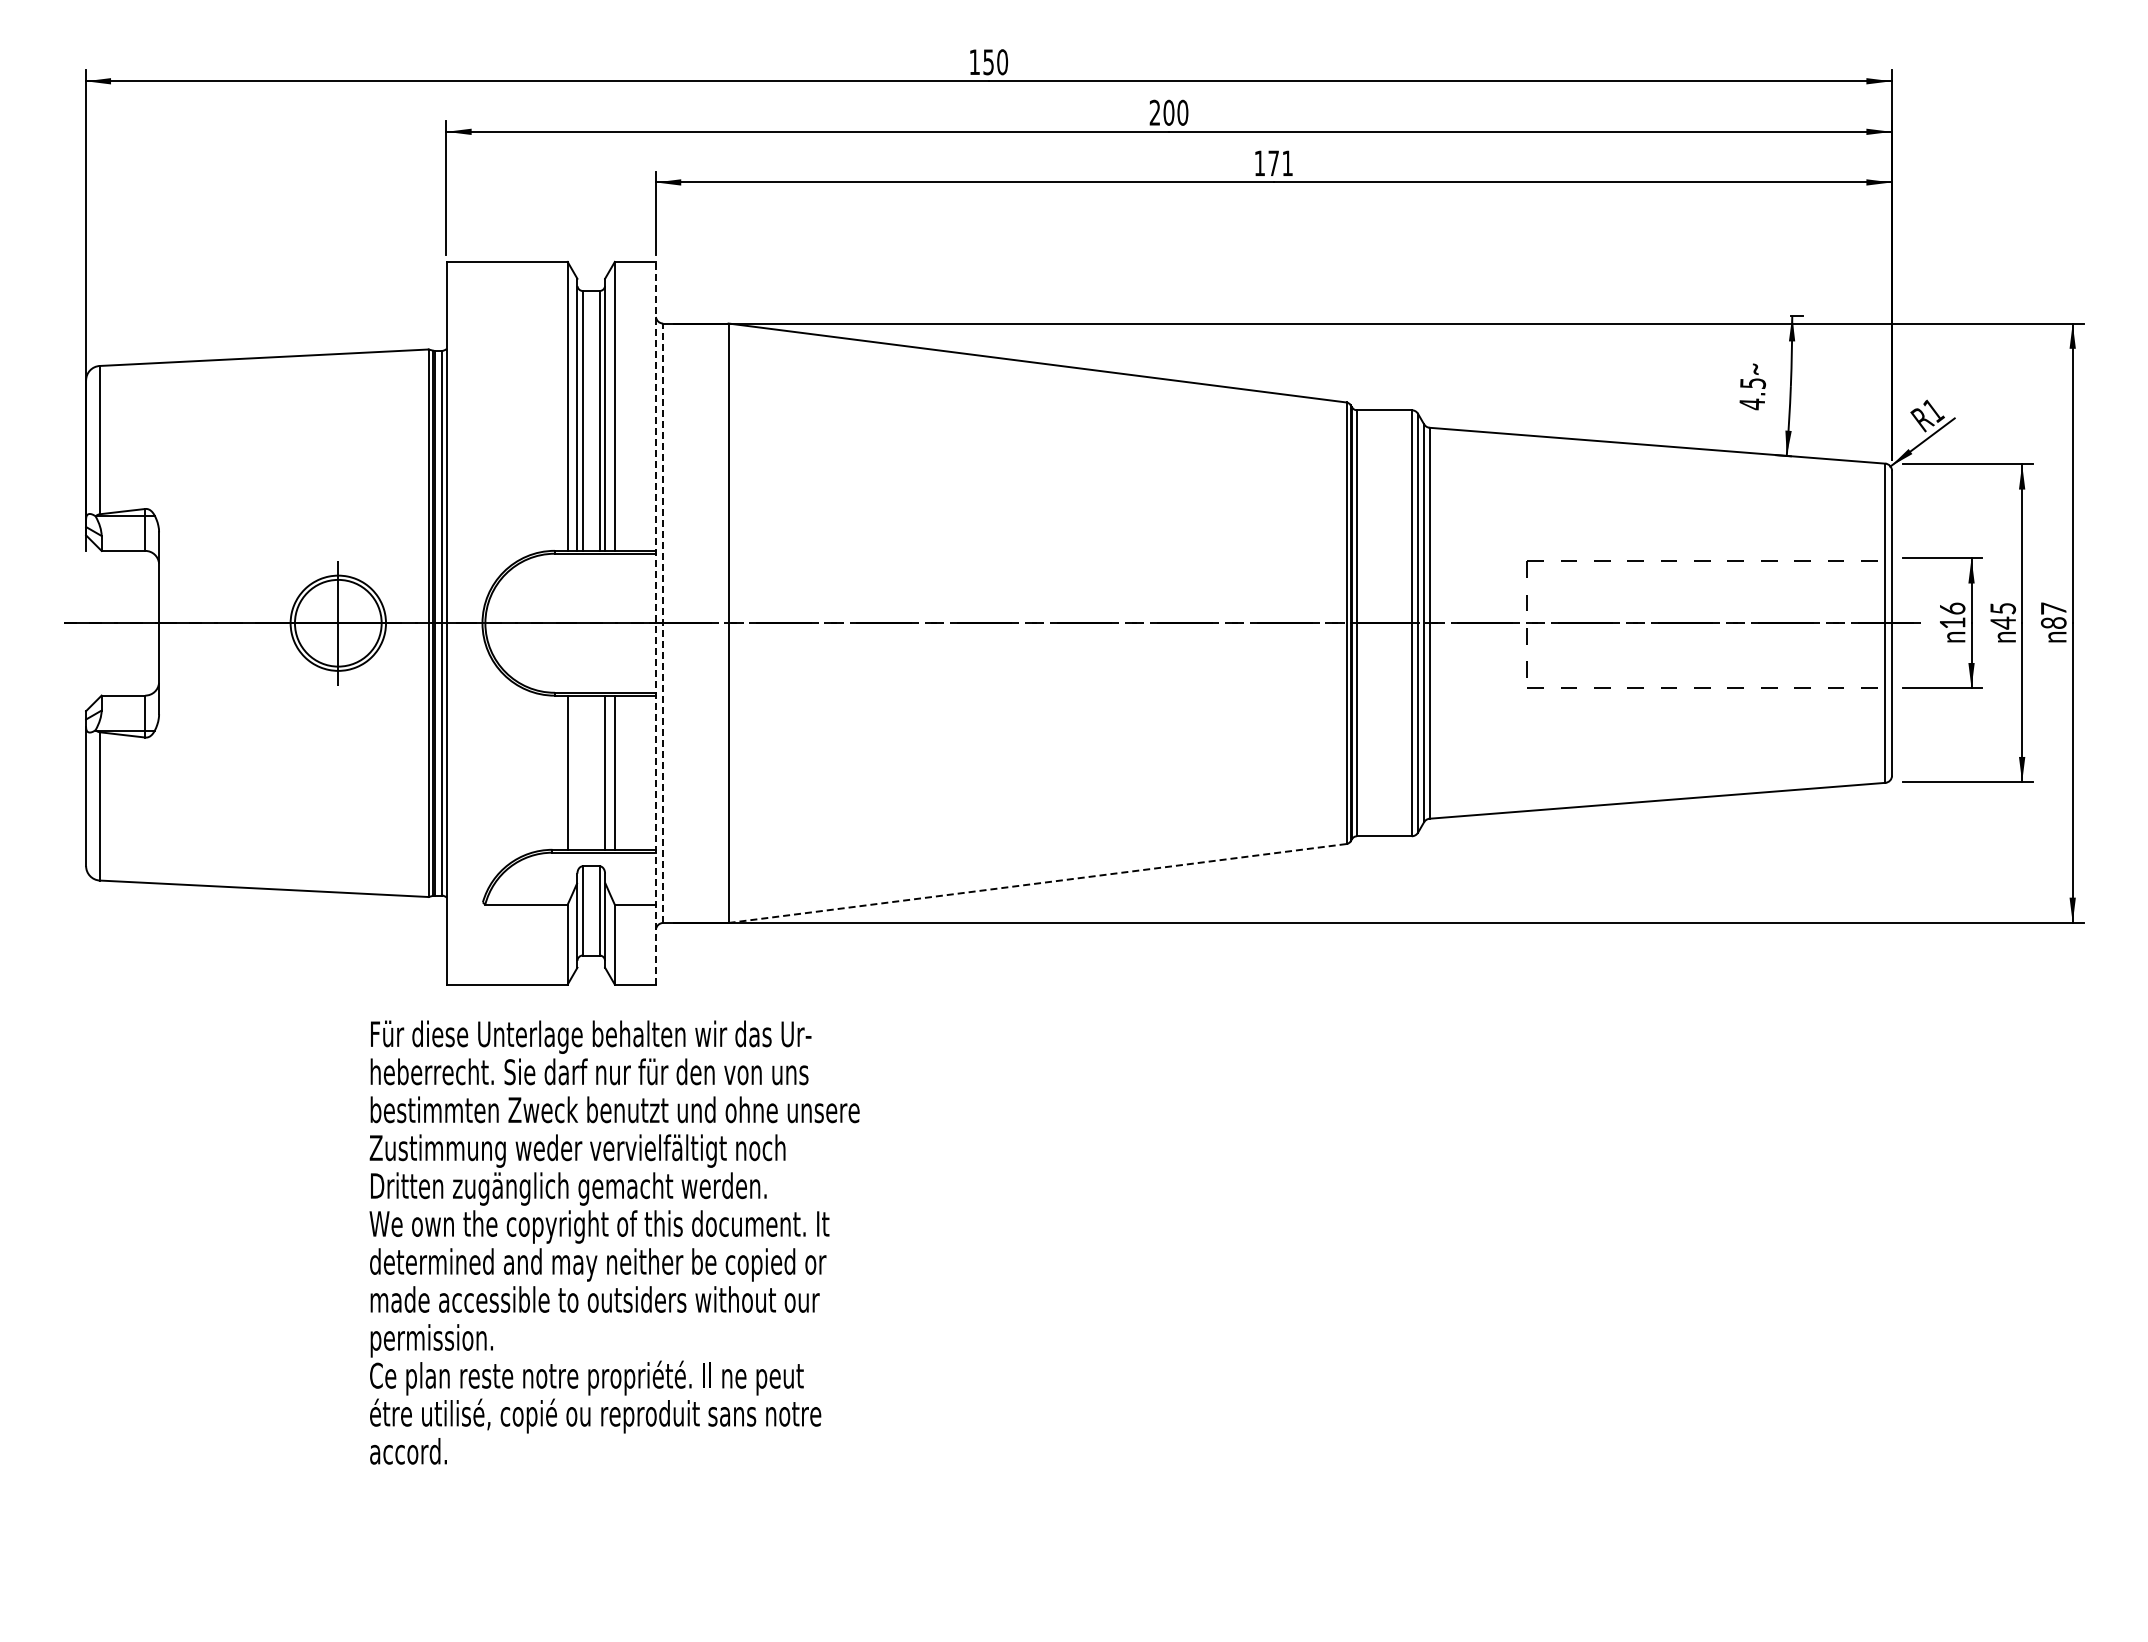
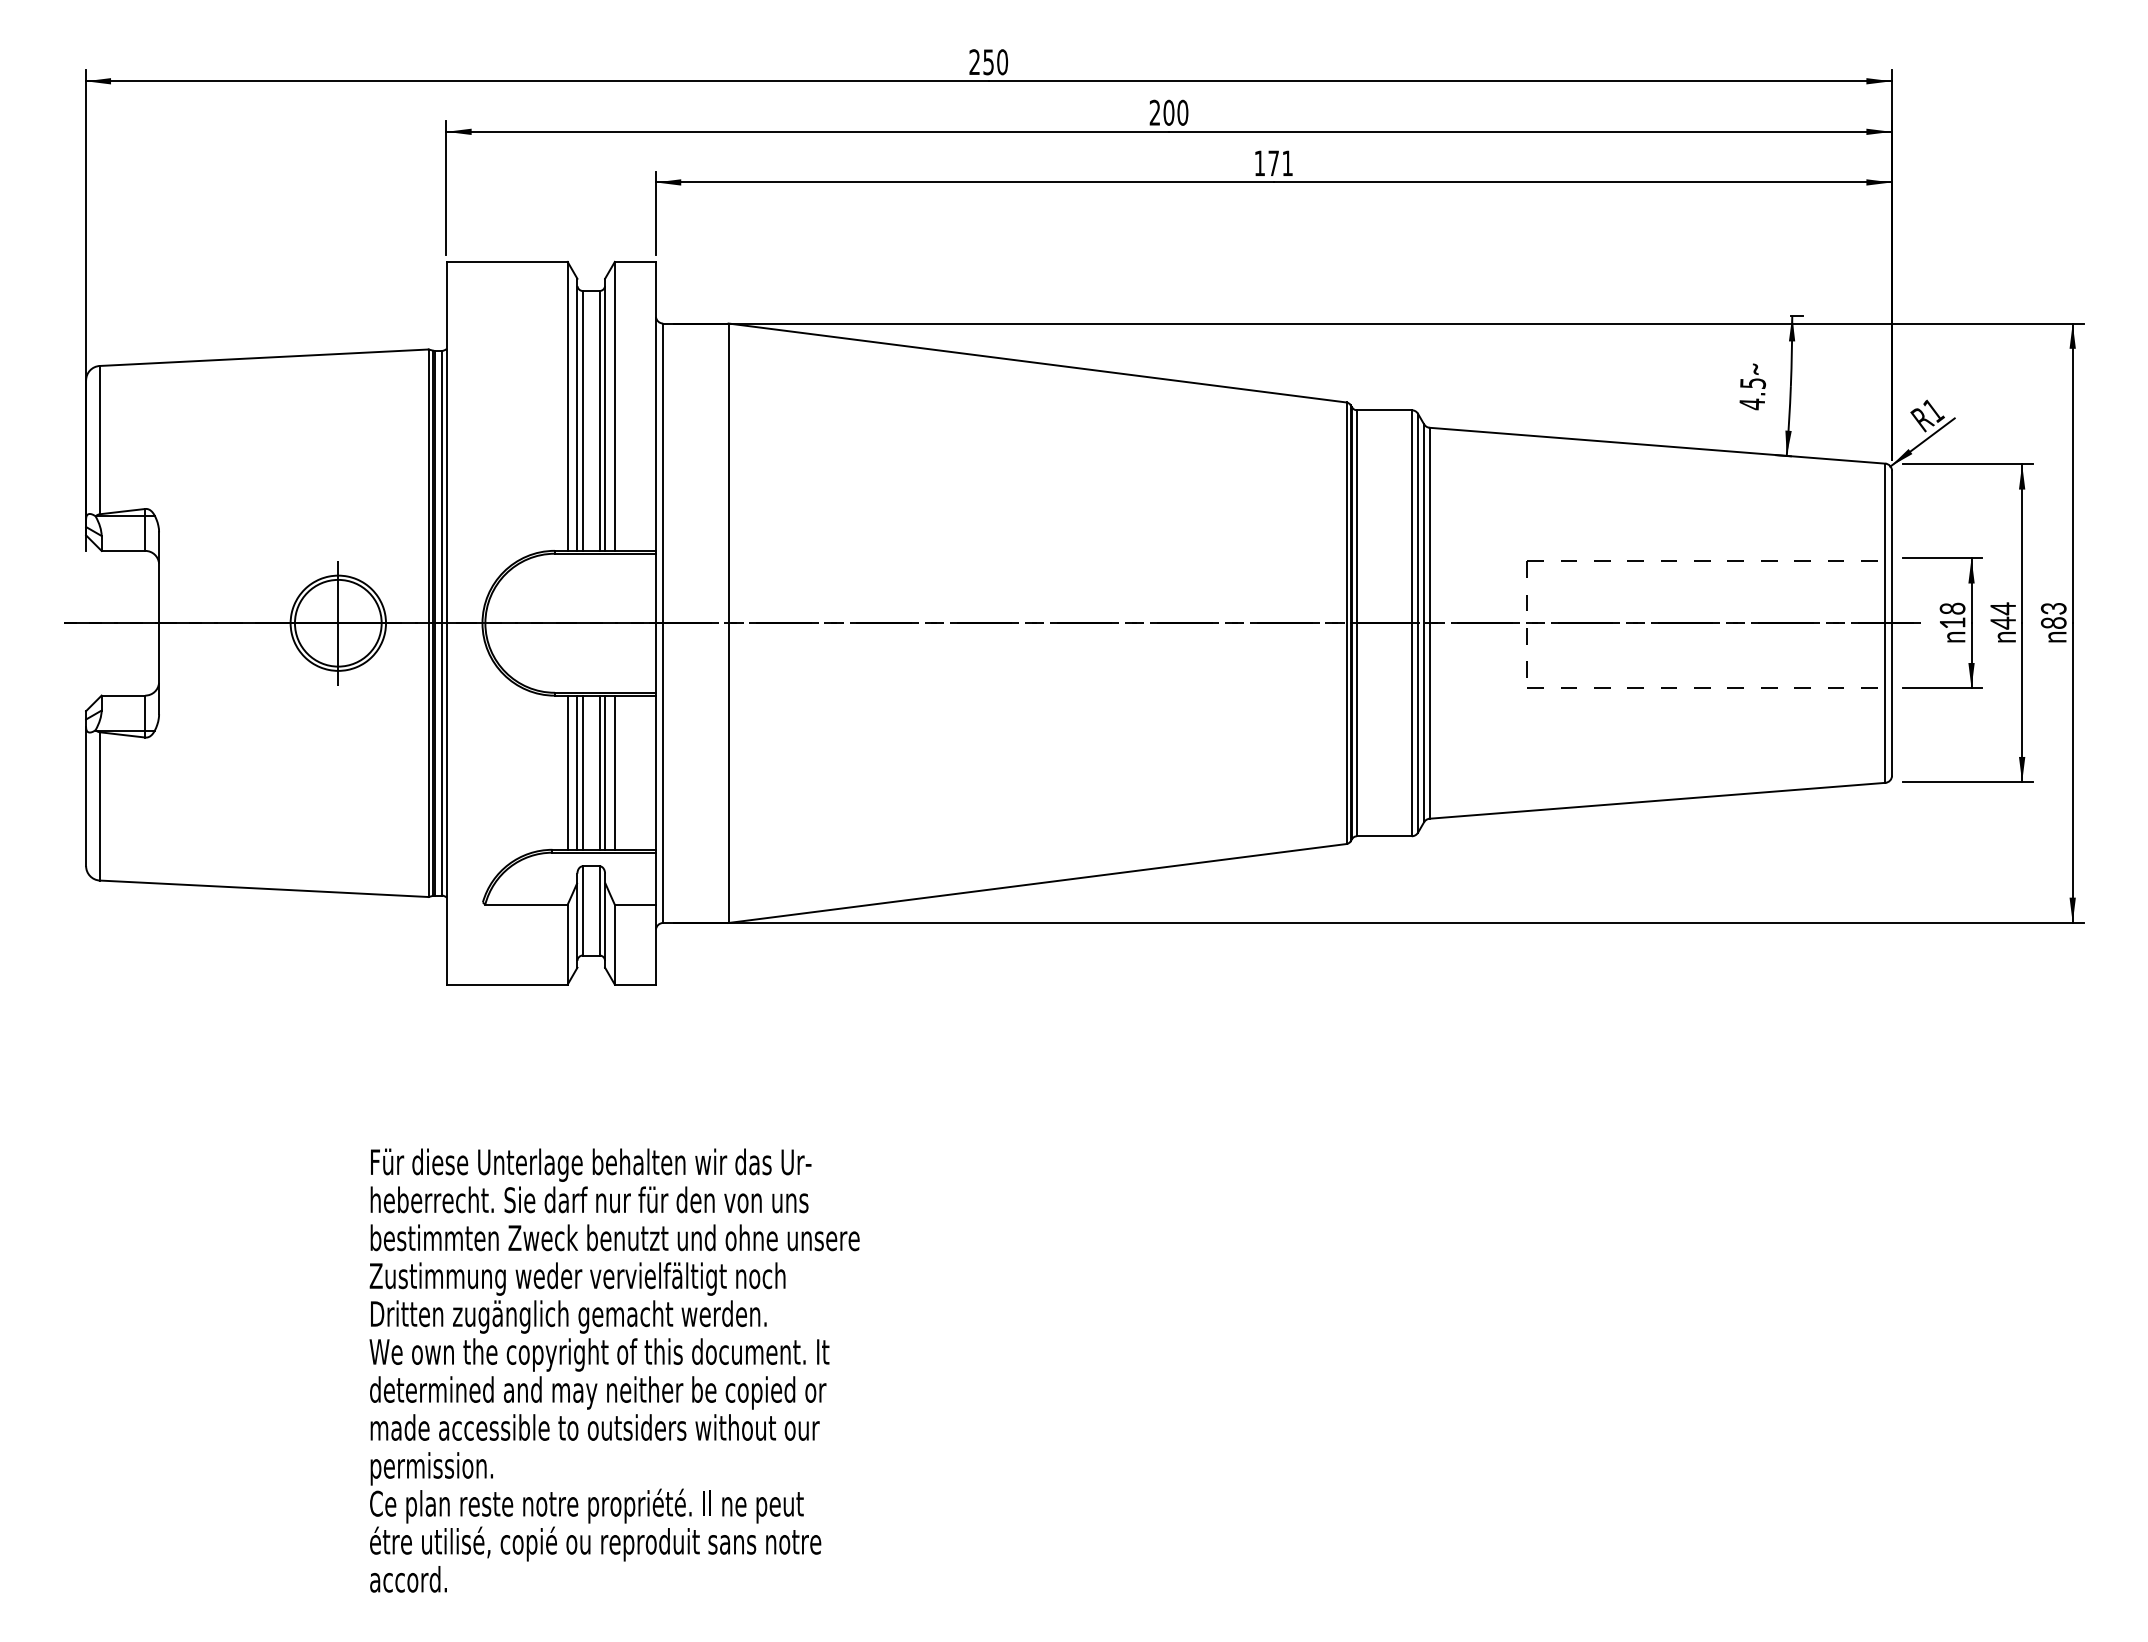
text at (974, 61): 150 -> 250
text at (1951, 608): 16 -> 18
text at (2003, 608): 45 -> 44
text at (2053, 608): 87 -> 83
line at (655, 622): dashed -> solid
line at (663, 623): dashed -> solid
line at (577, 772): none -> present
line at (582, 772): none -> present
line at (599, 772): none -> present
line at (1037, 883): dashed -> solid
text at (614, 1242) position: (614, 1242) -> (614, 1370)
